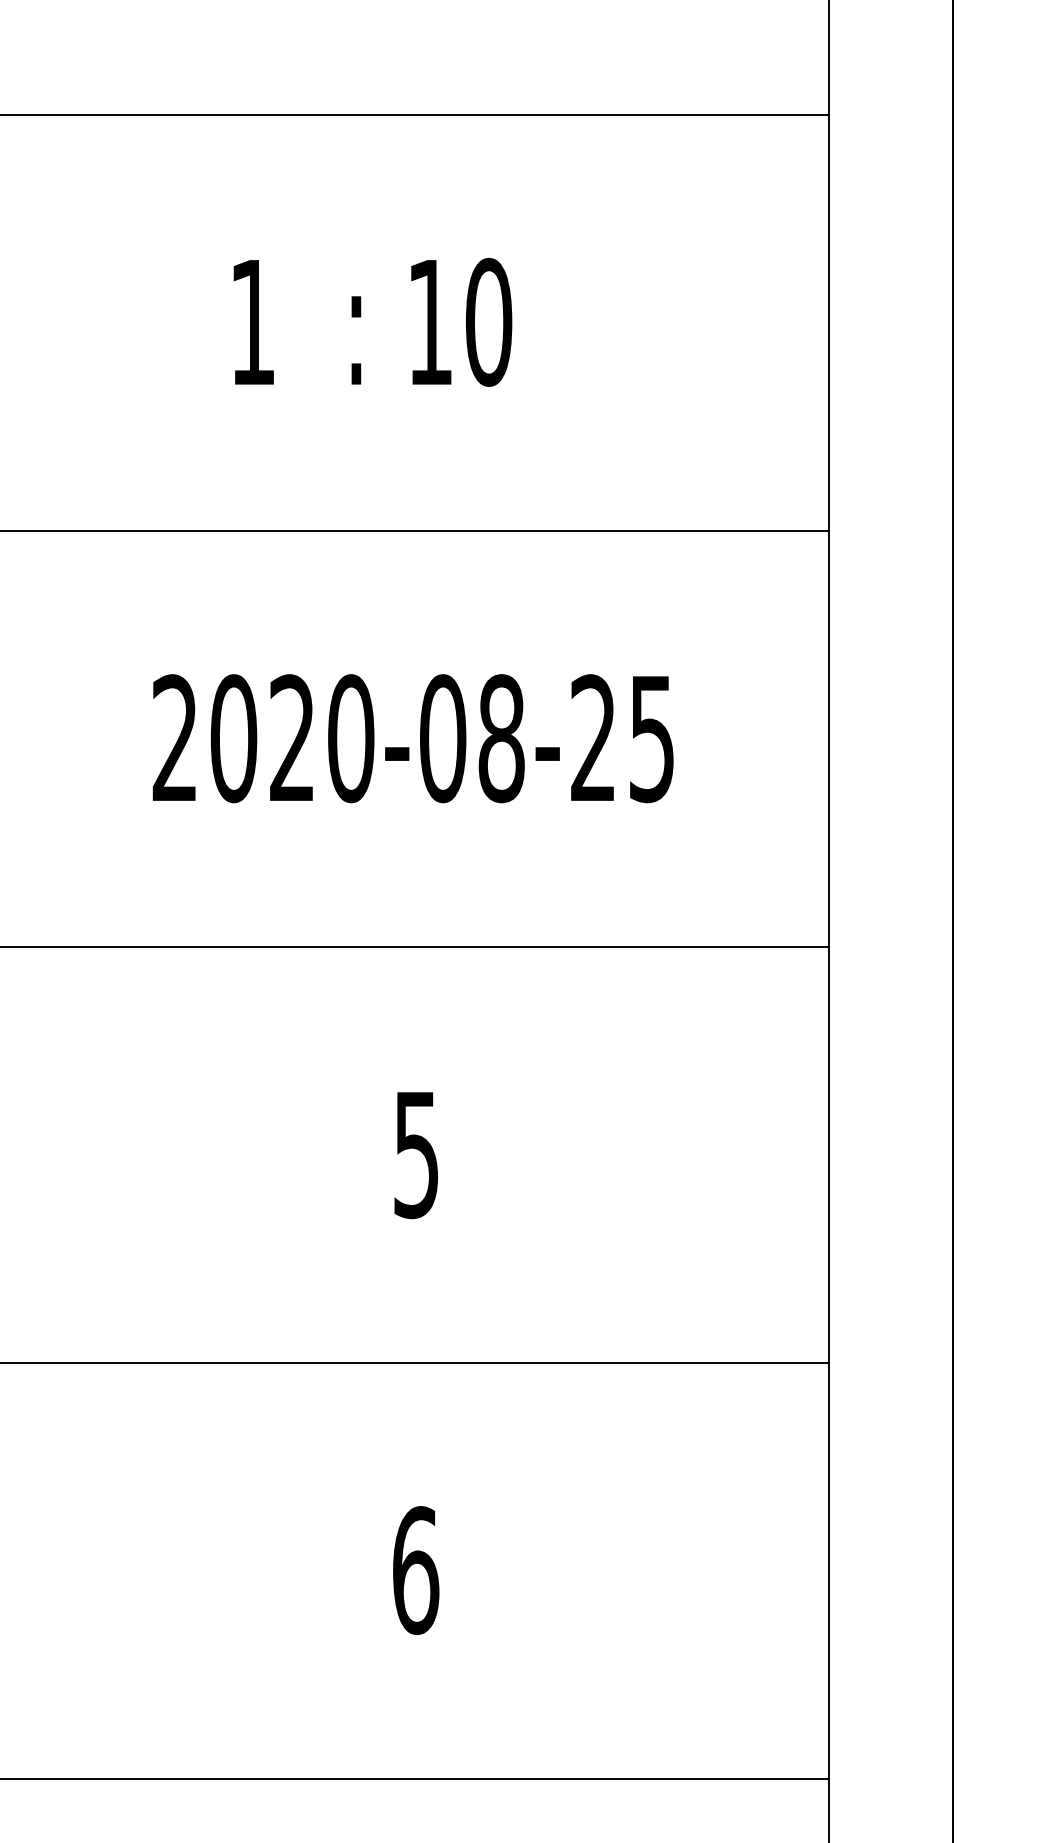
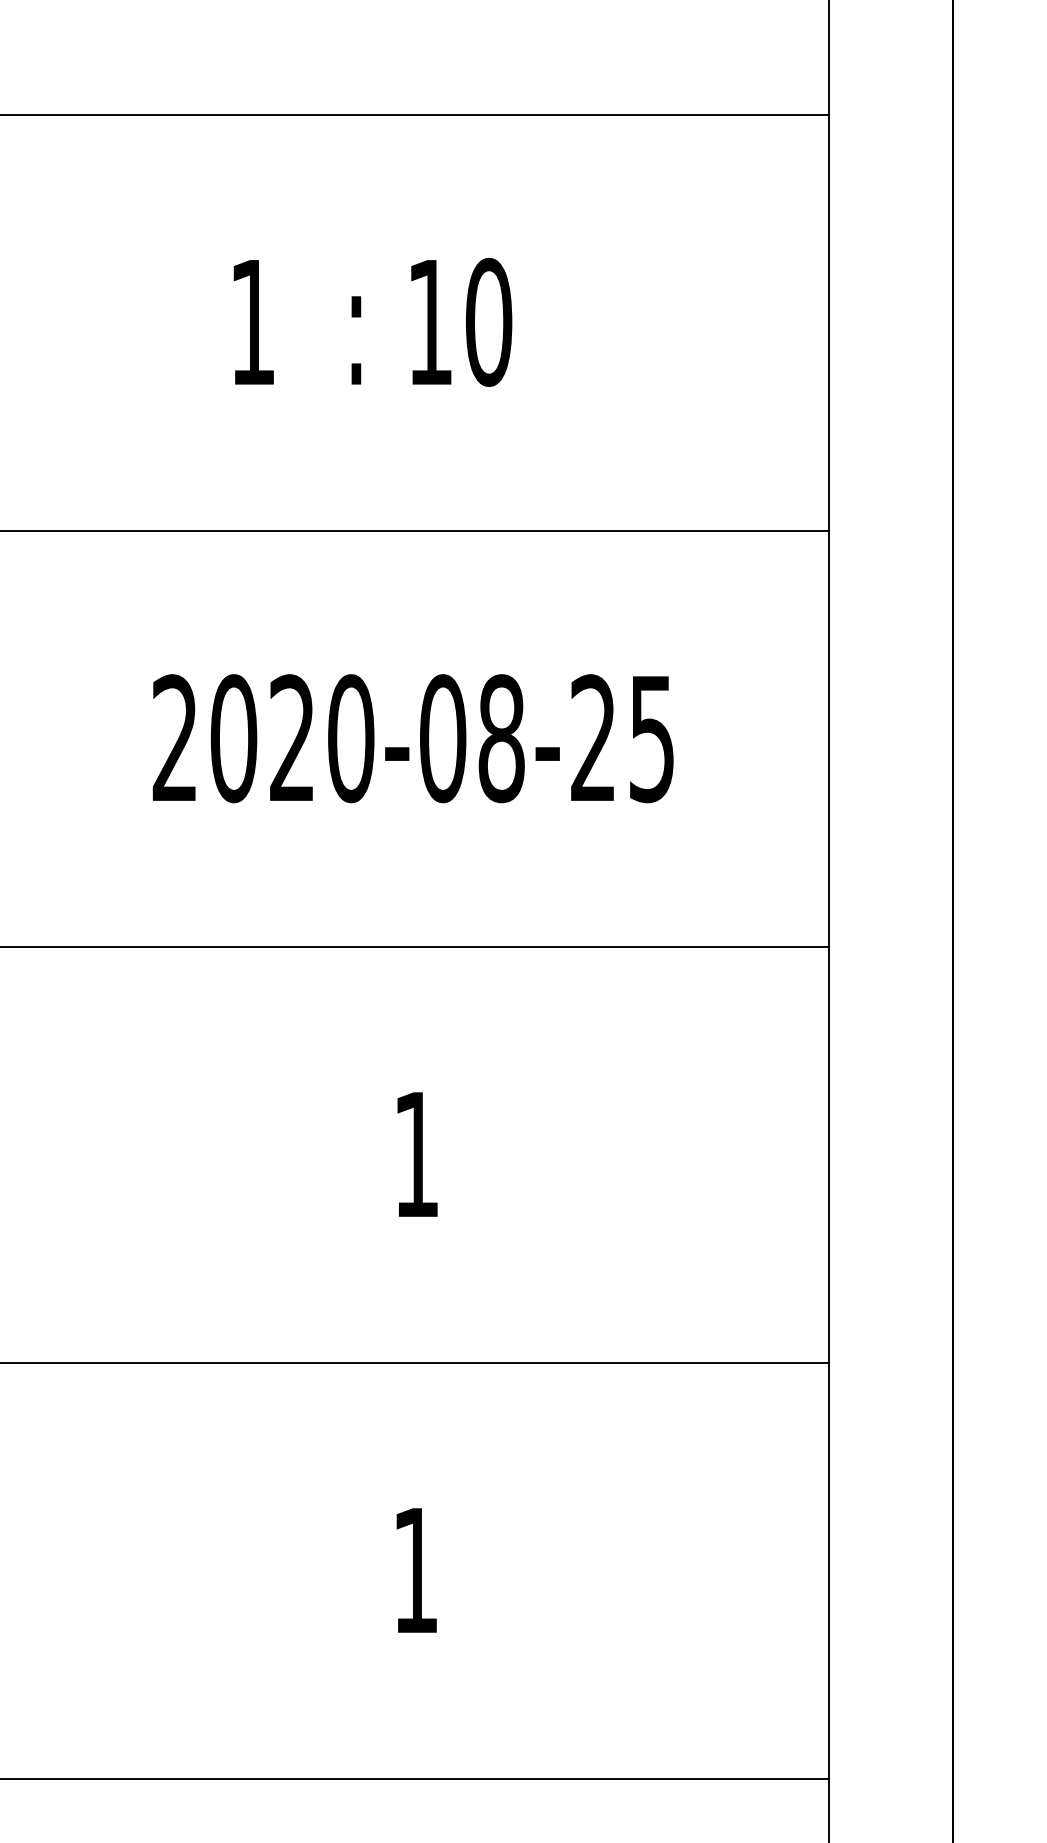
text at (415, 1155): 5 -> 1
text at (416, 1570): 6 -> 1
